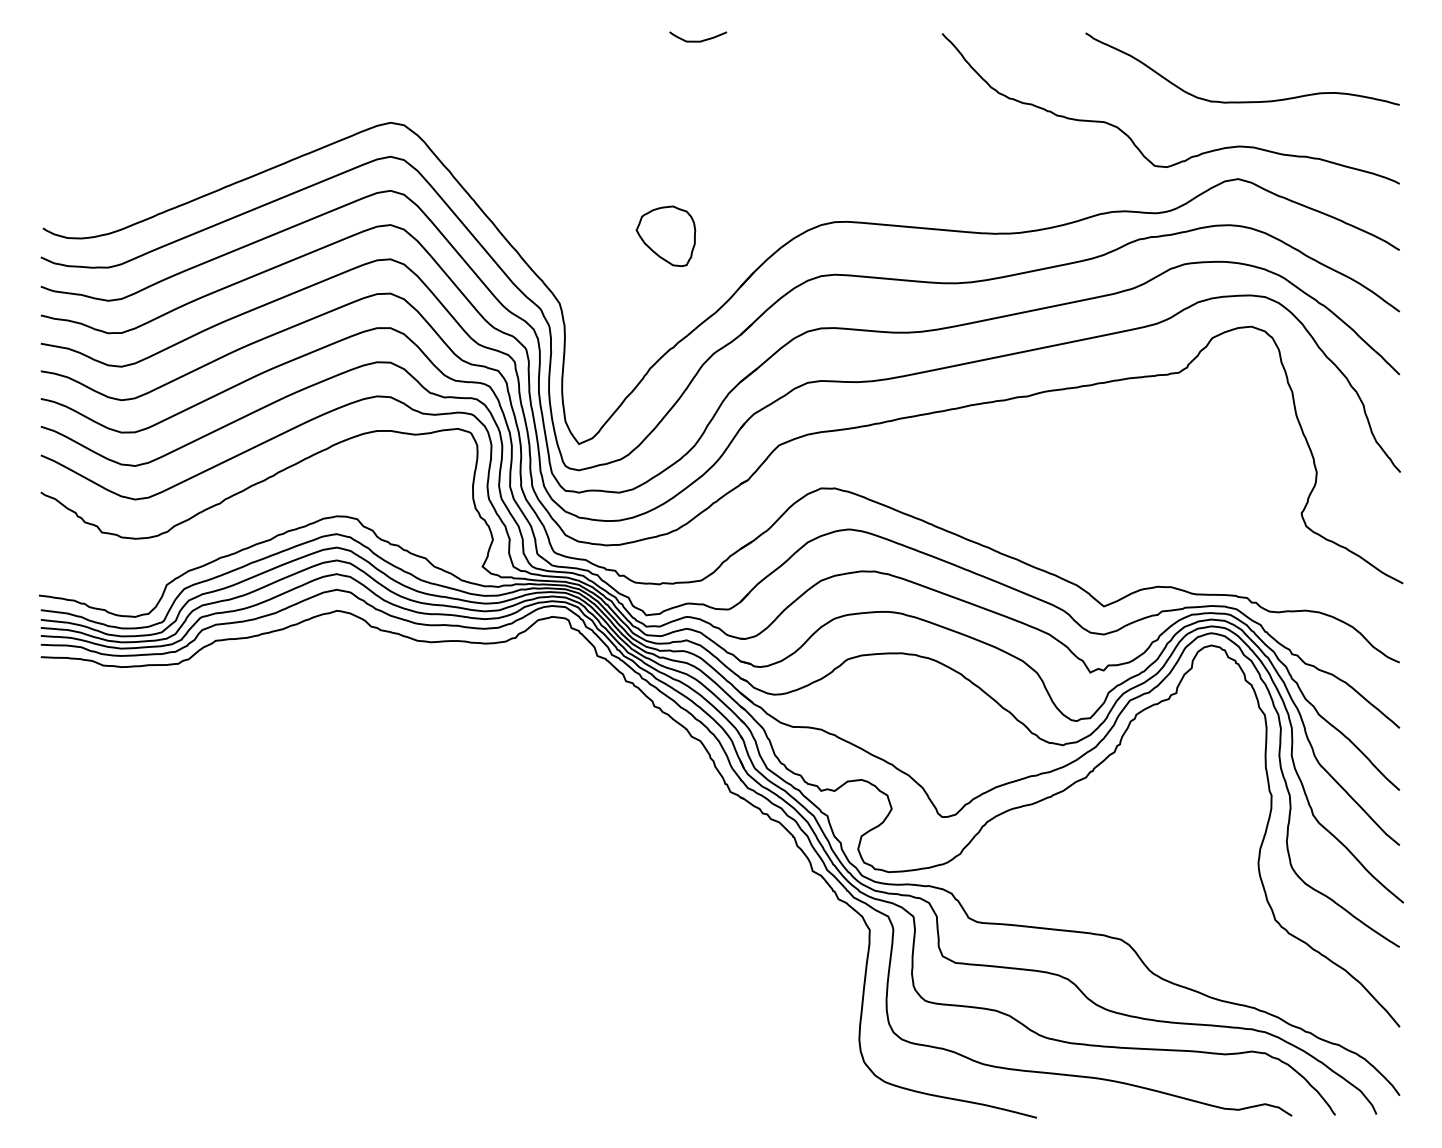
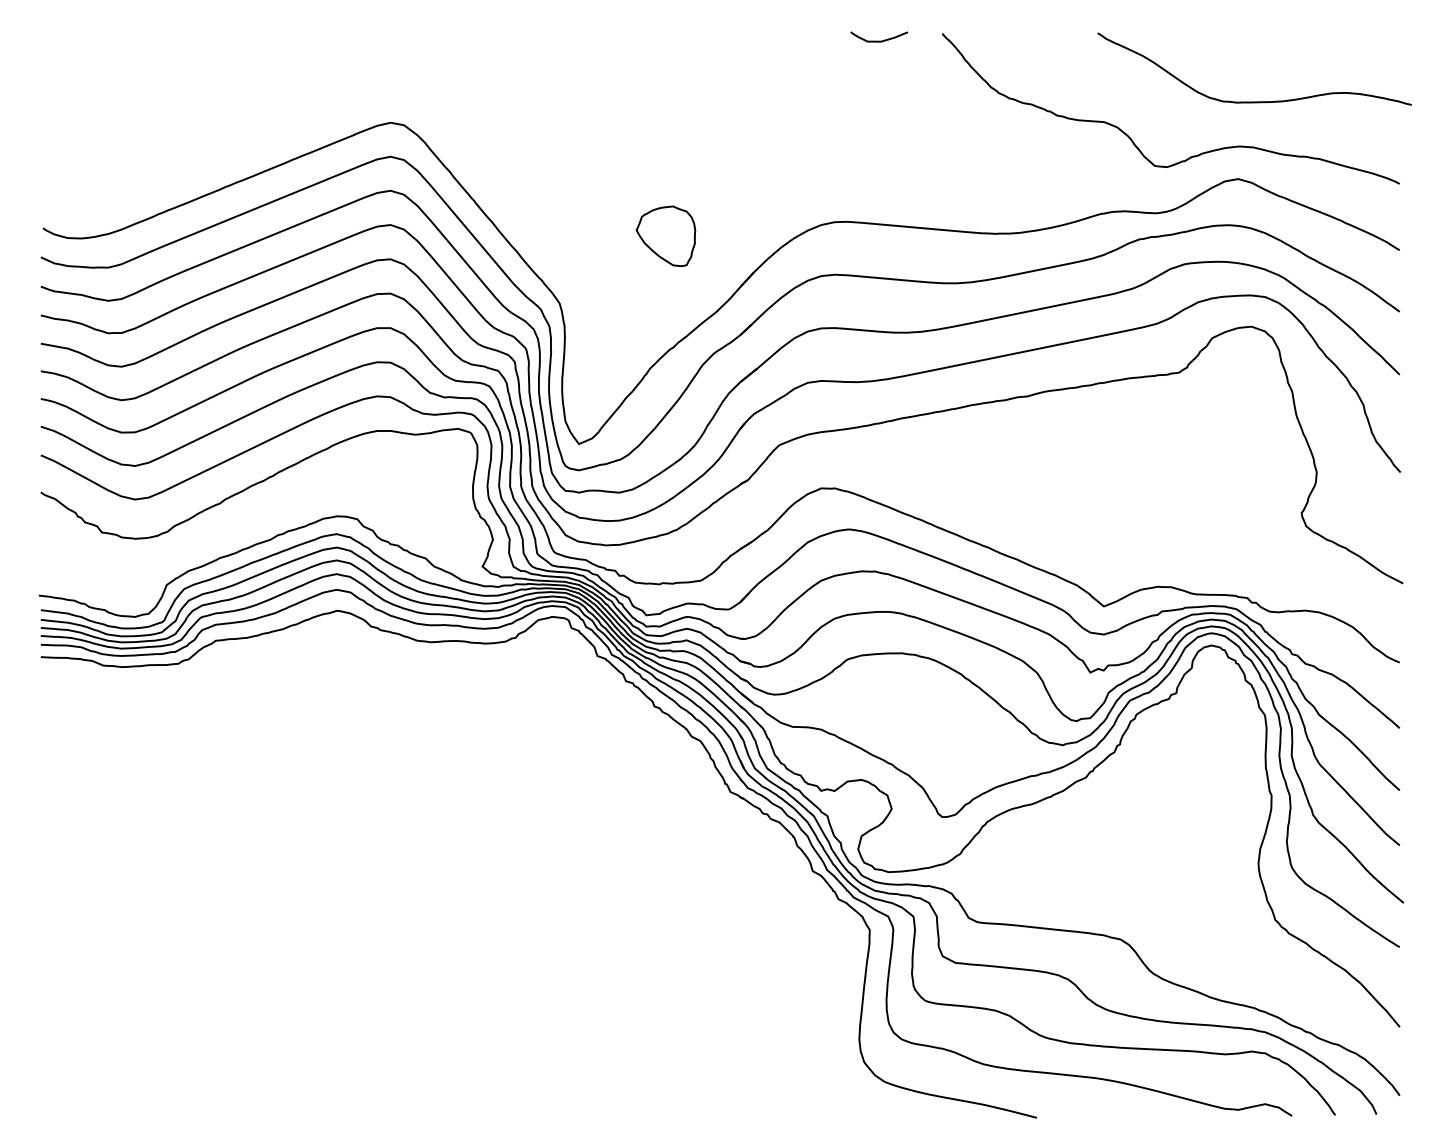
curve at (698, 40) position: (698, 40) -> (879, 40)
curve at (1242, 101) position: (1242, 101) -> (1254, 101)
